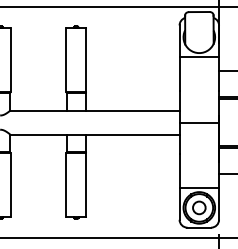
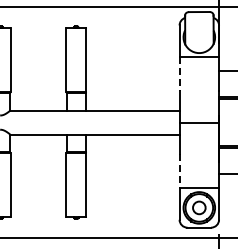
line at (179, 74): solid -> dashed
line at (179, 171): solid -> dashed
